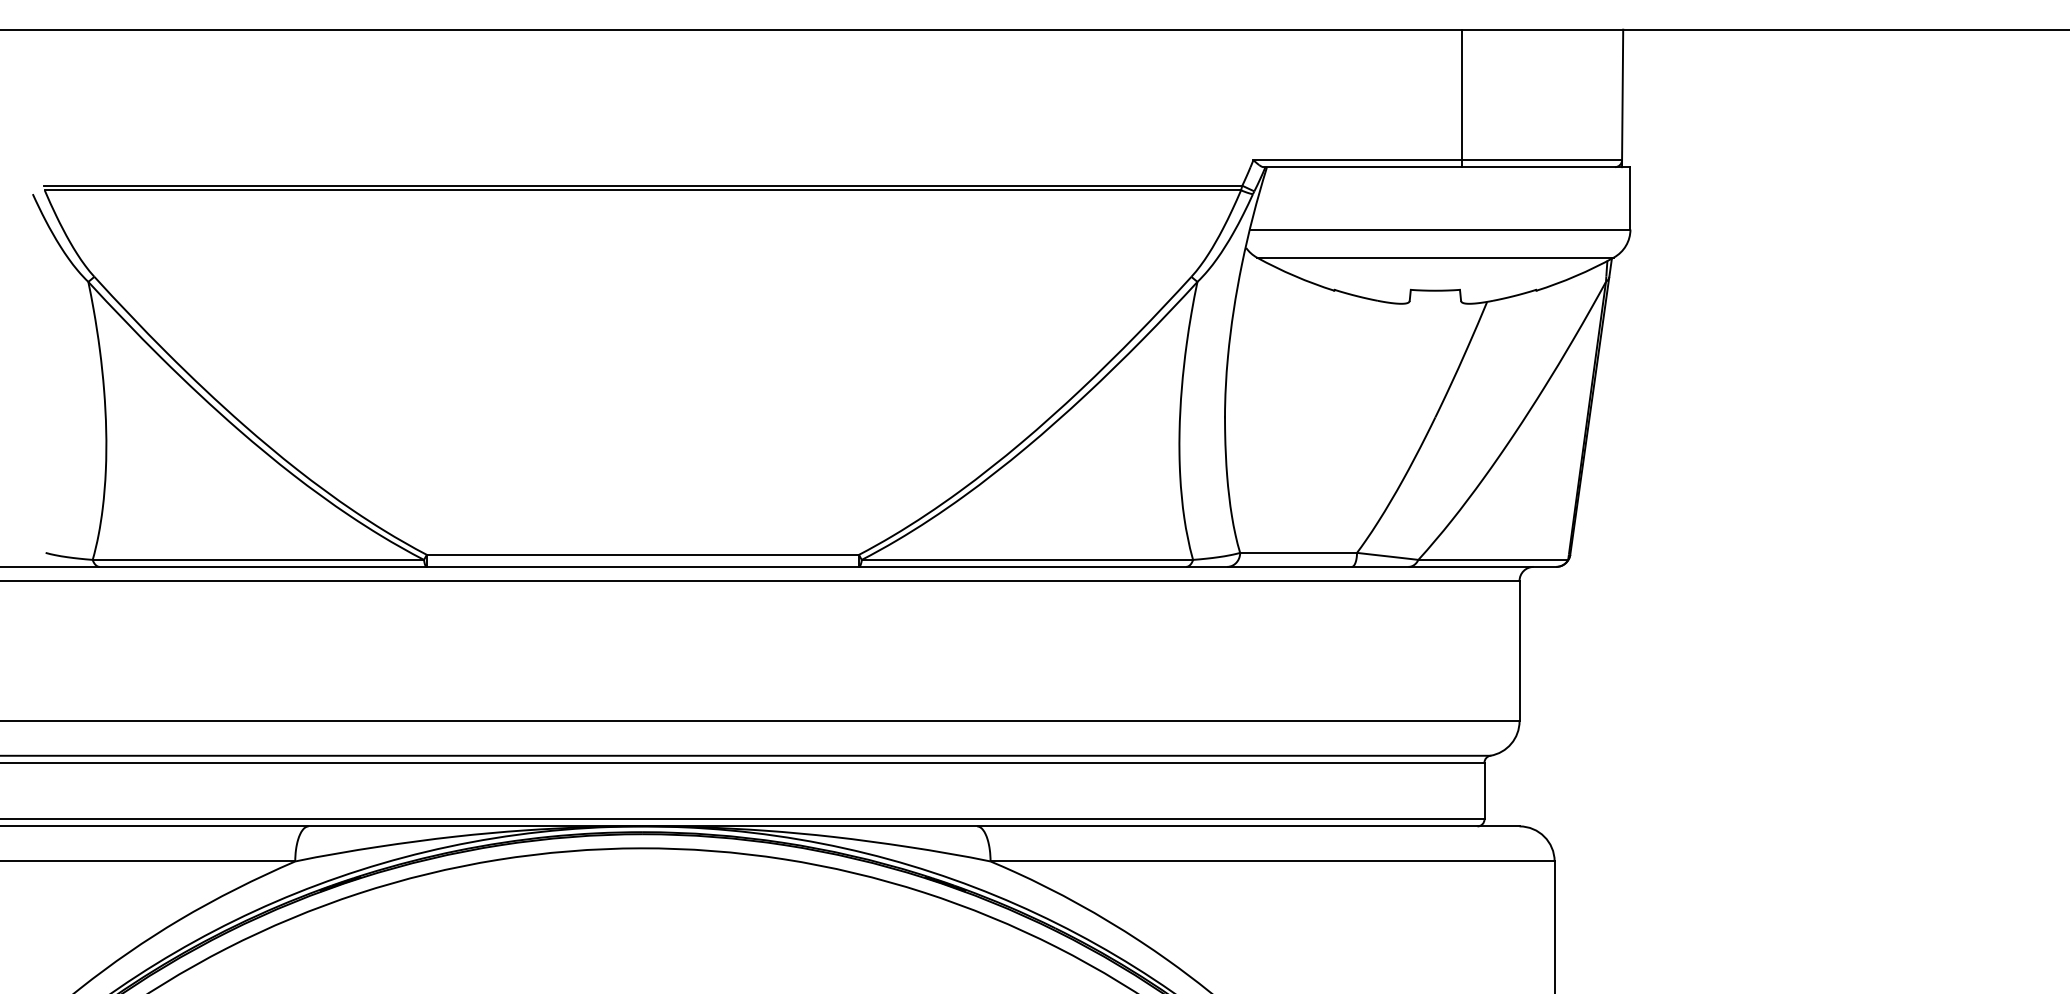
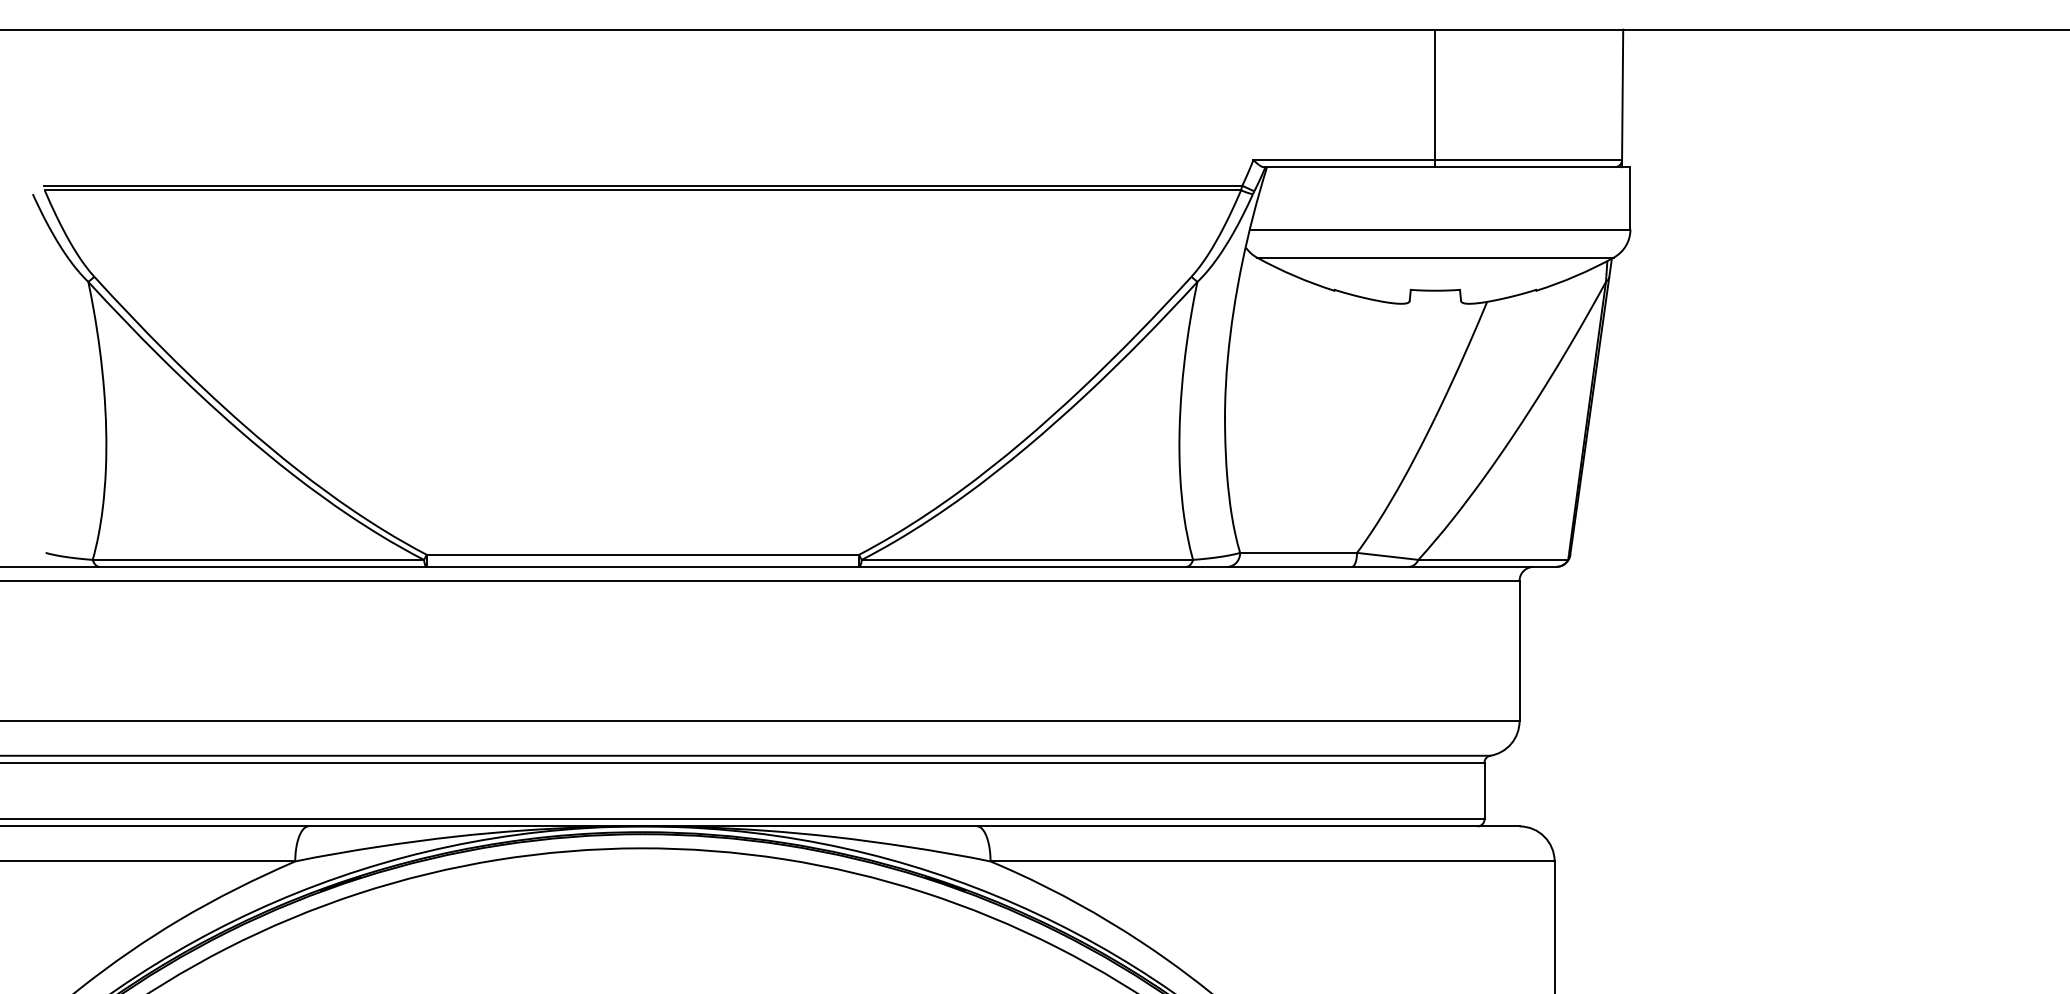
line at (1462, 98) position: (1462, 98) -> (1435, 98)
